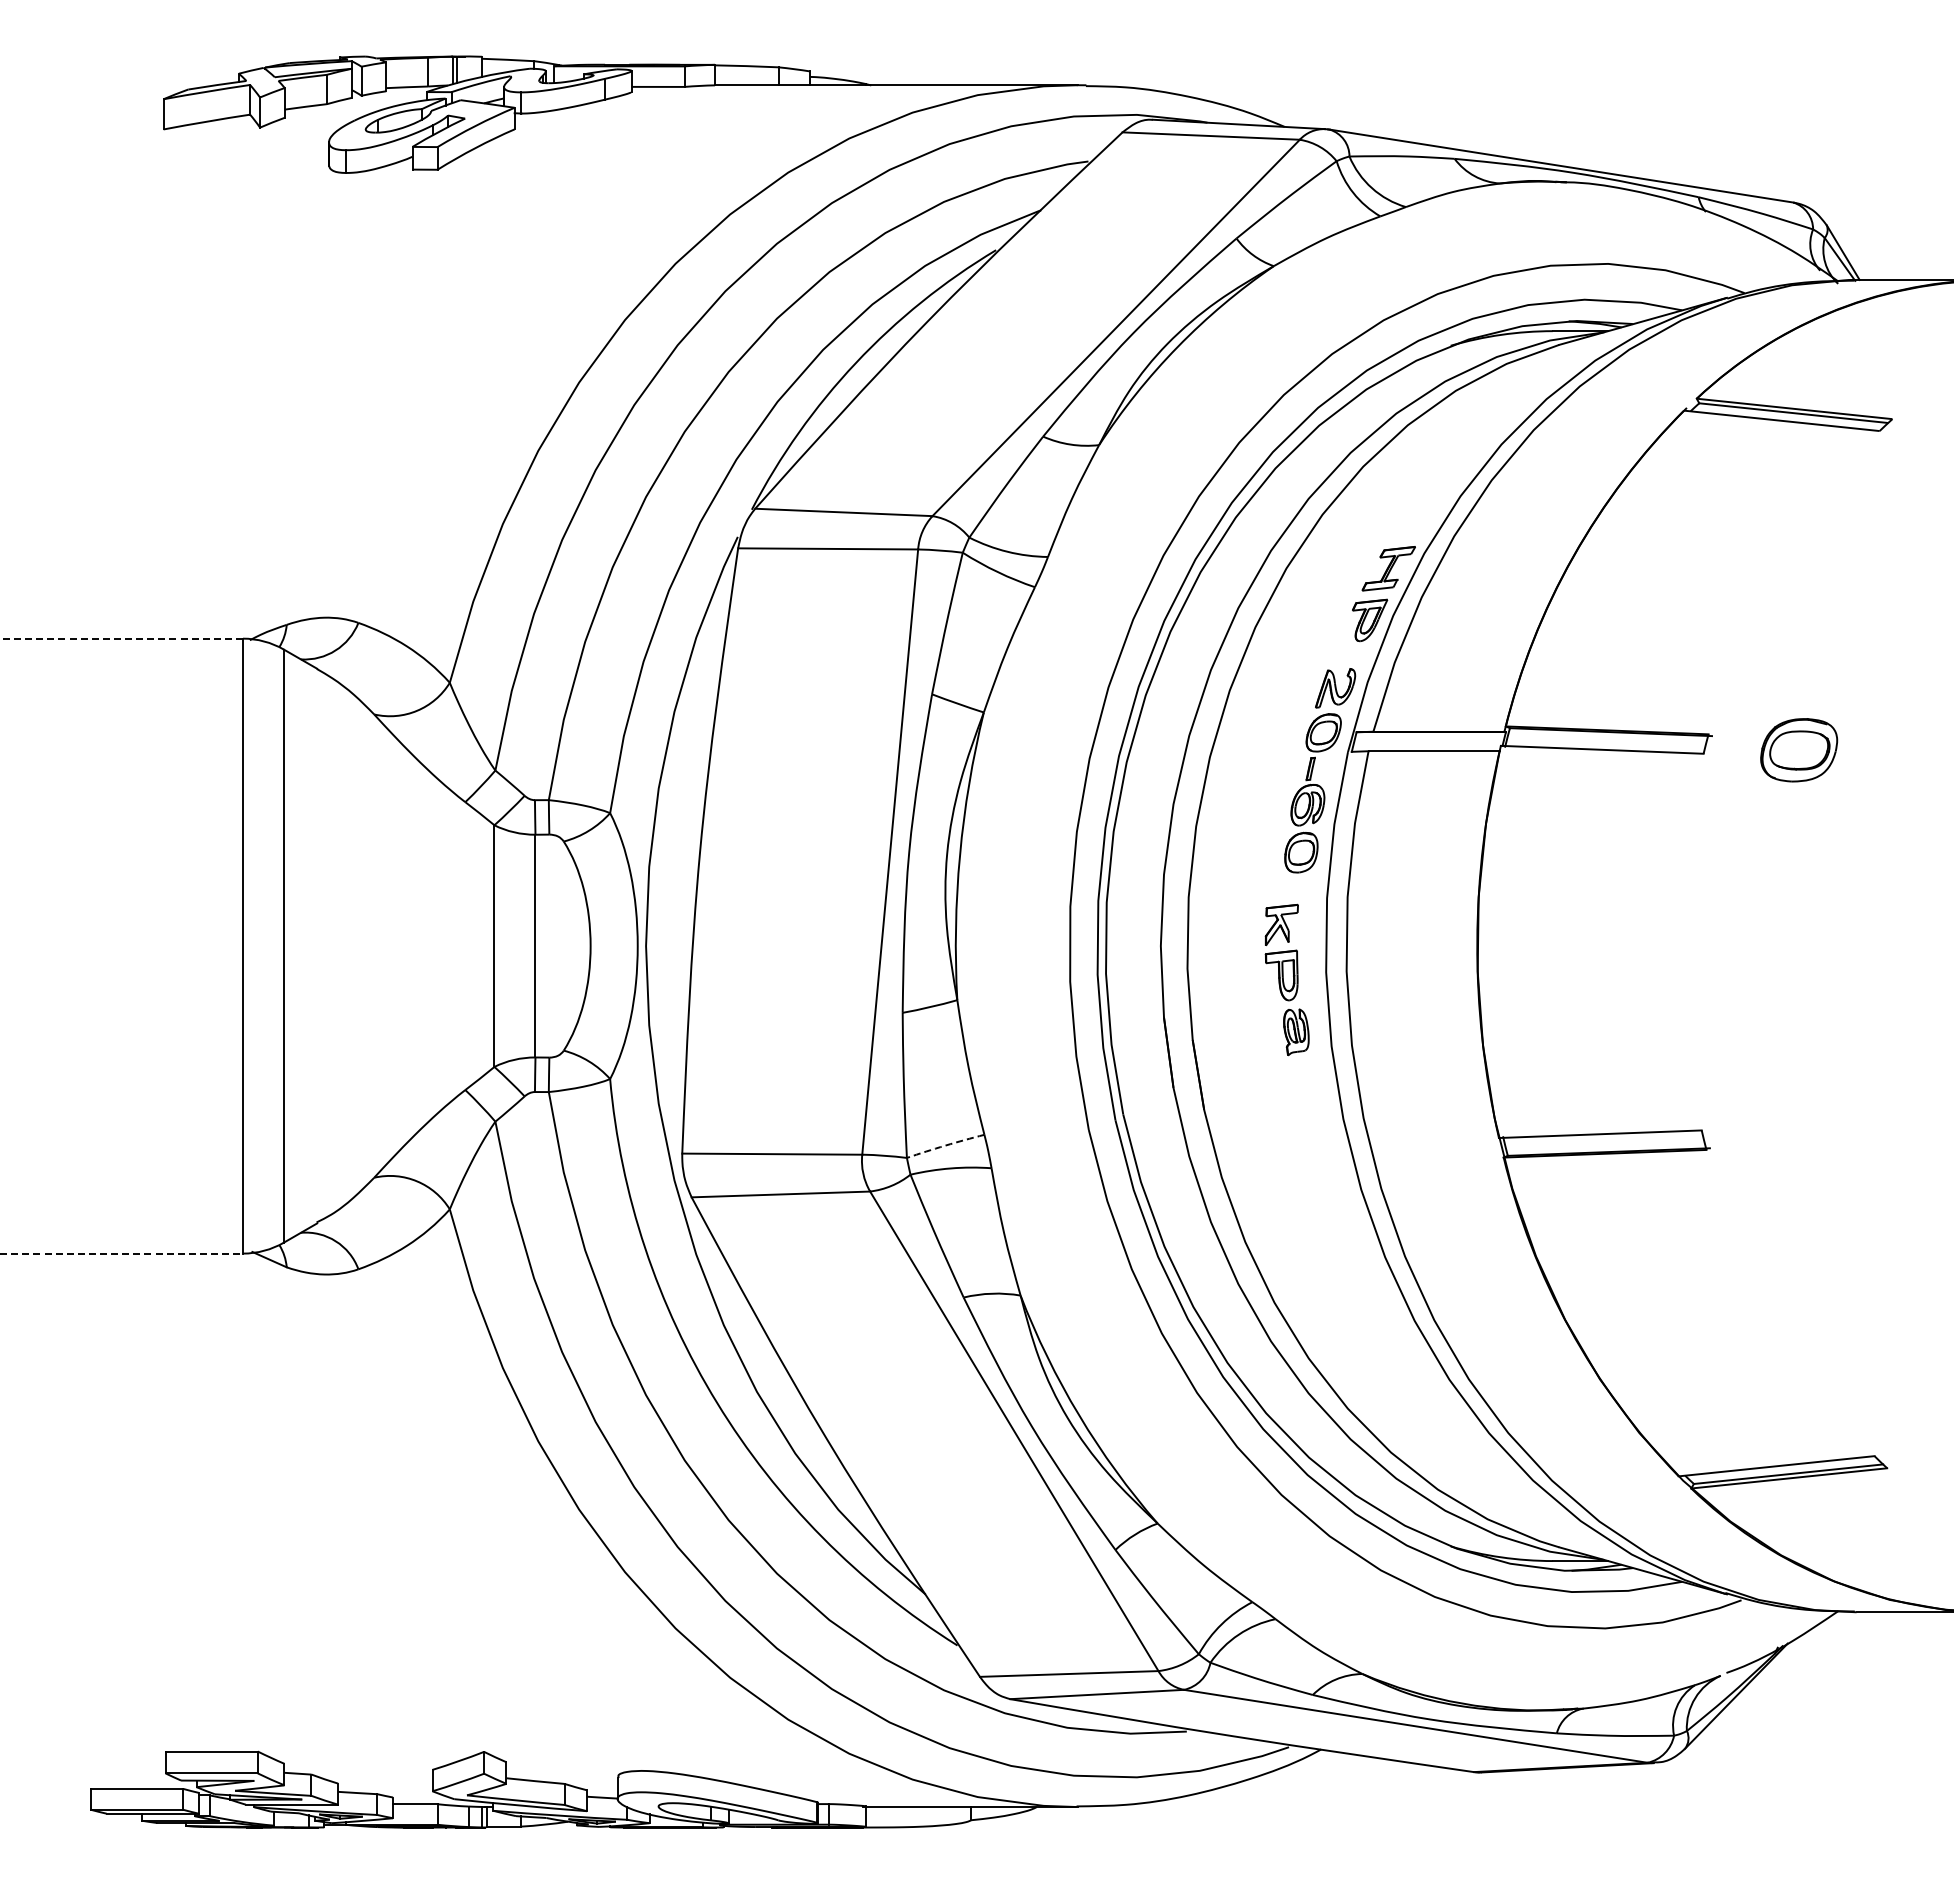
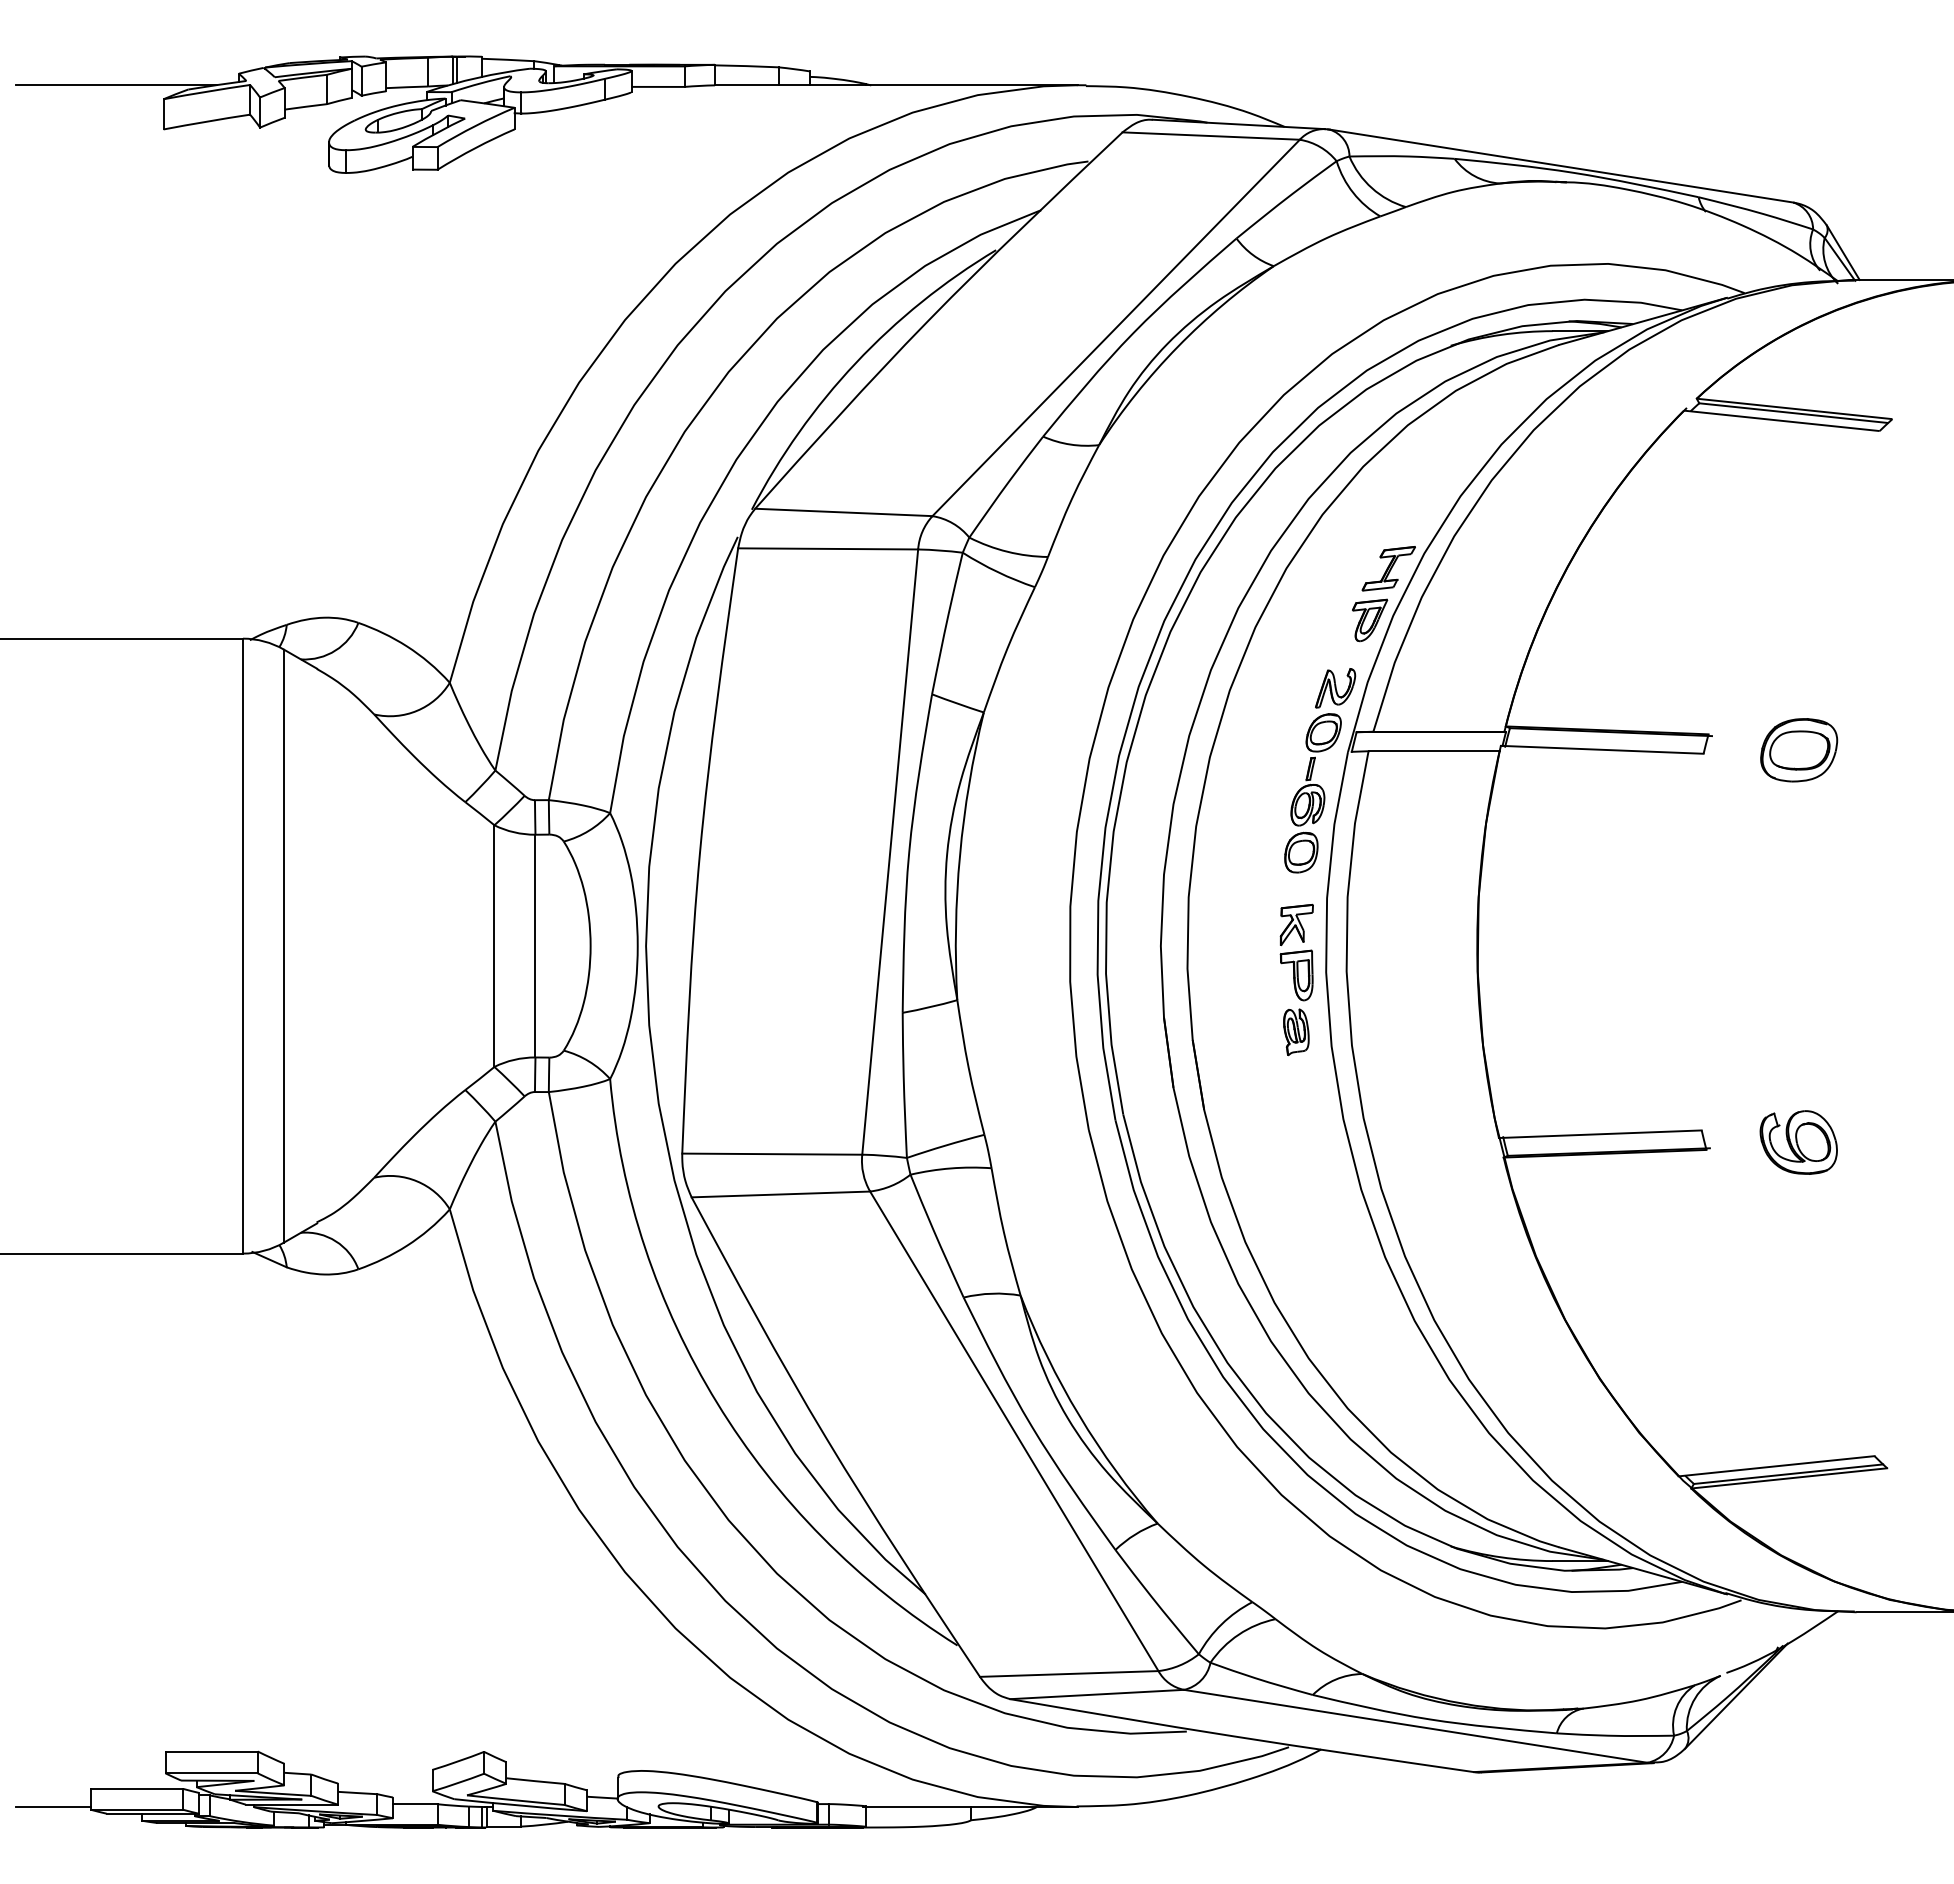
line at (115, 85): none -> present
line at (121, 638): dashed -> solid
part at (1281, 952) position: (1281, 952) -> (1296, 952)
part at (1798, 1142): none -> present
arc at (945, 1145): dashed -> solid
line at (122, 1253): dashed -> solid
line at (53, 1807): none -> present
